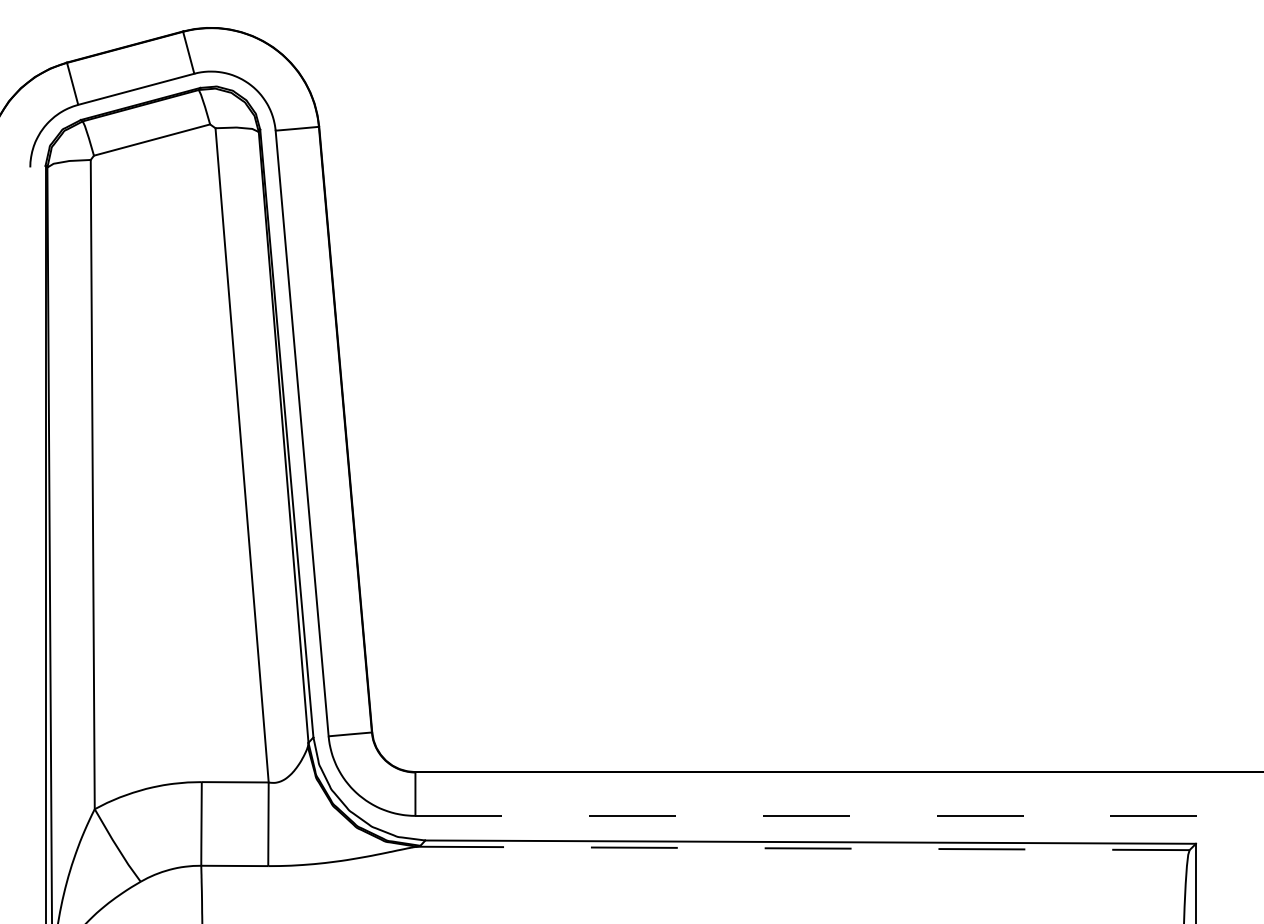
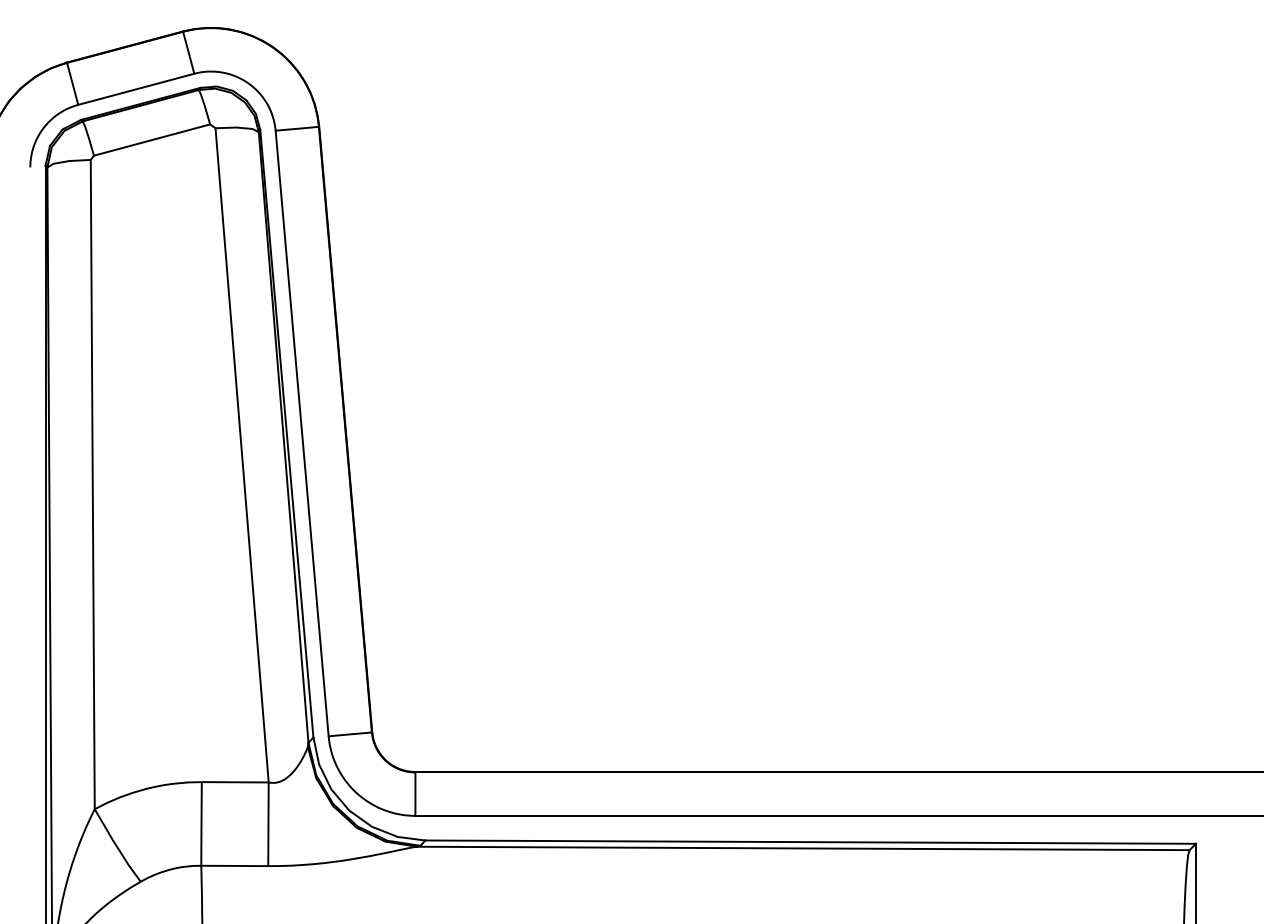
line at (839, 815): dashed -> solid
line at (803, 848): dashed -> solid
